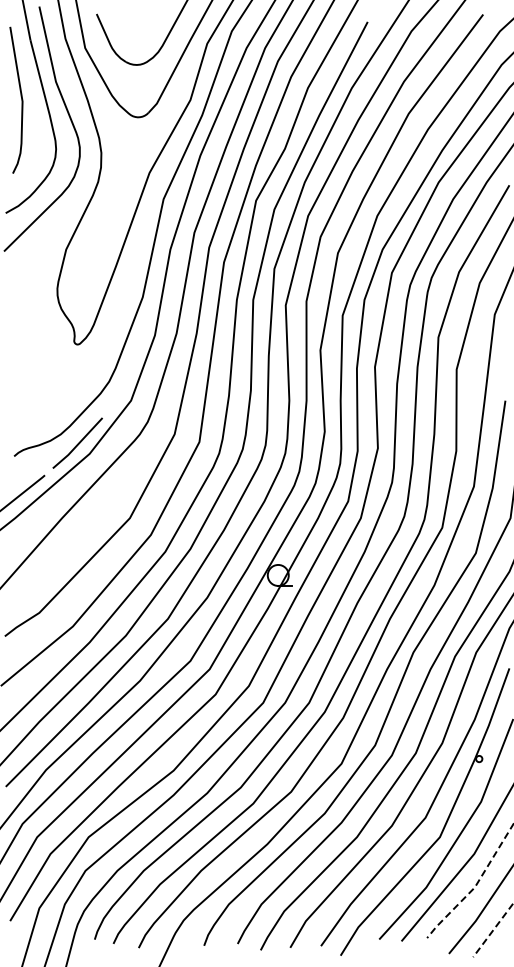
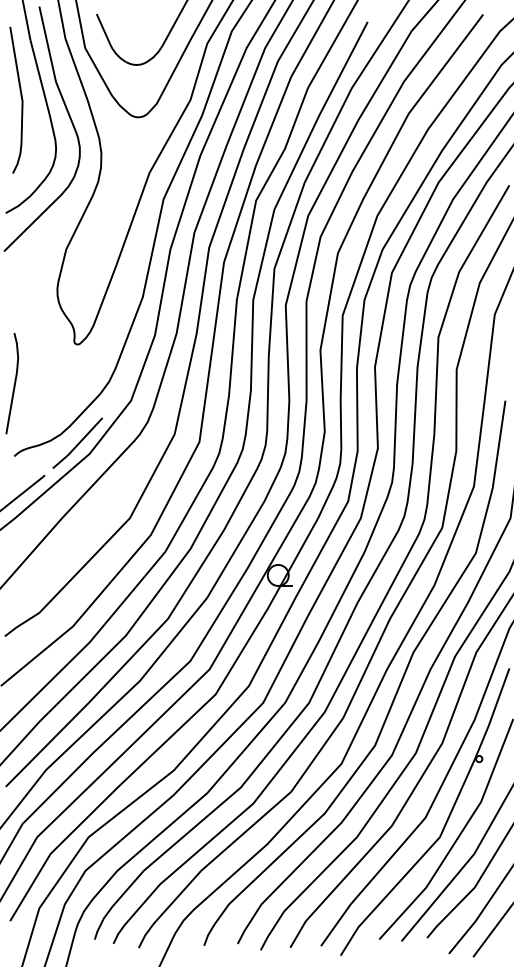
line at (14, 383): none -> present
line at (475, 886): dashed -> solid
line at (493, 930): dashed -> solid
